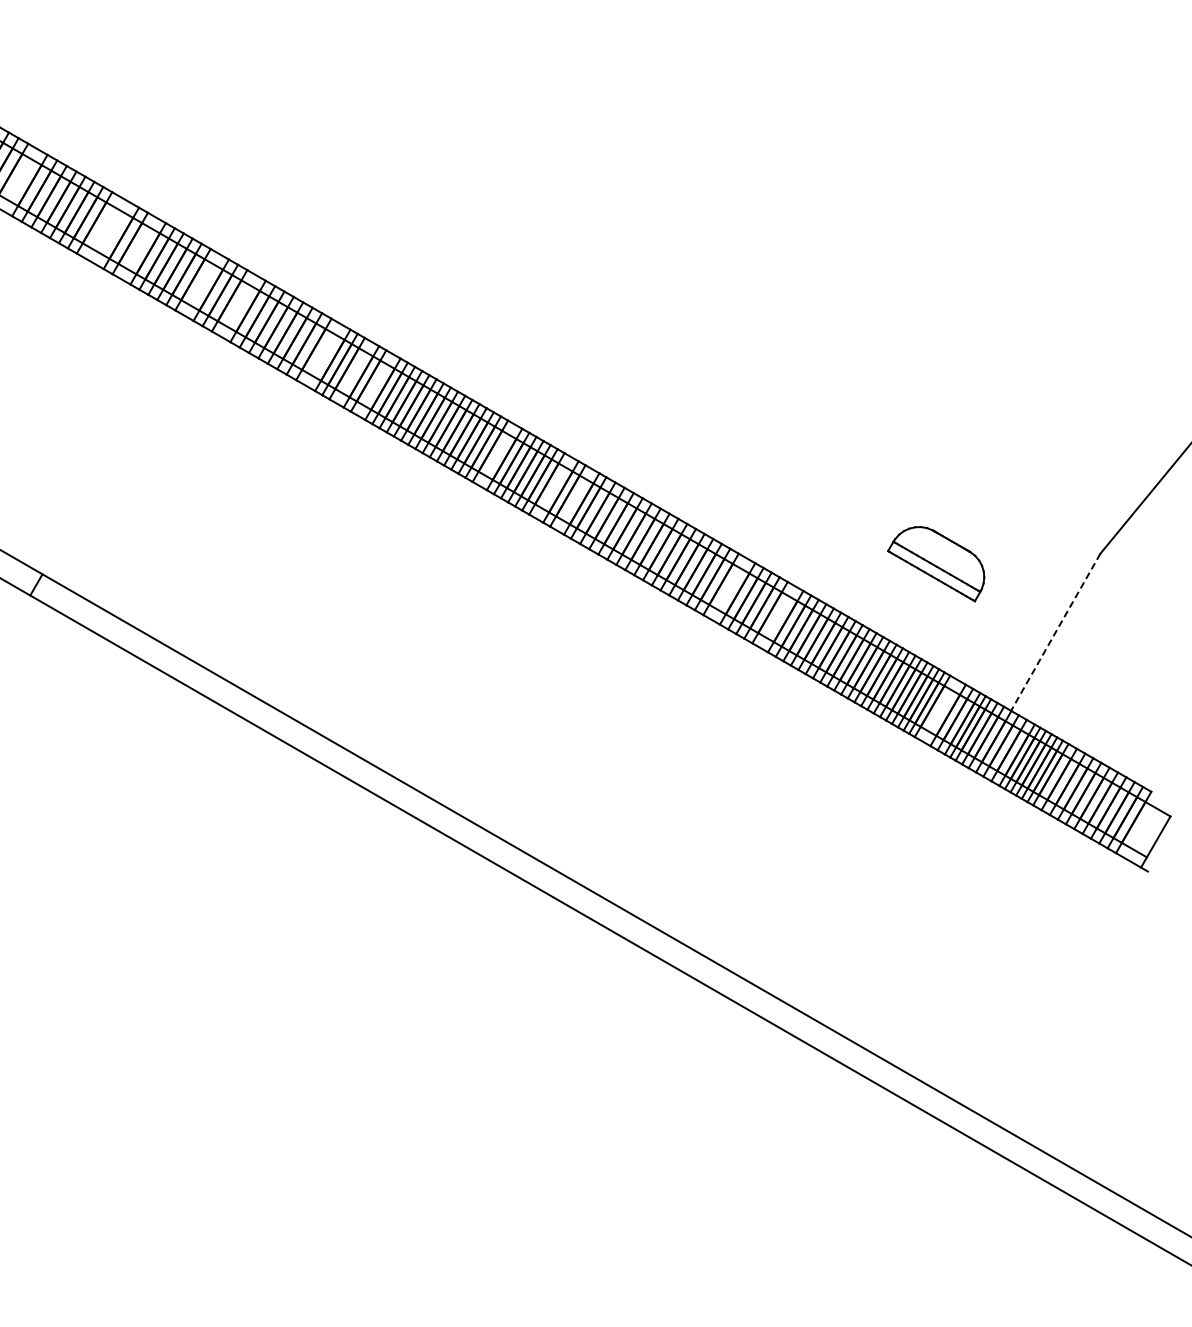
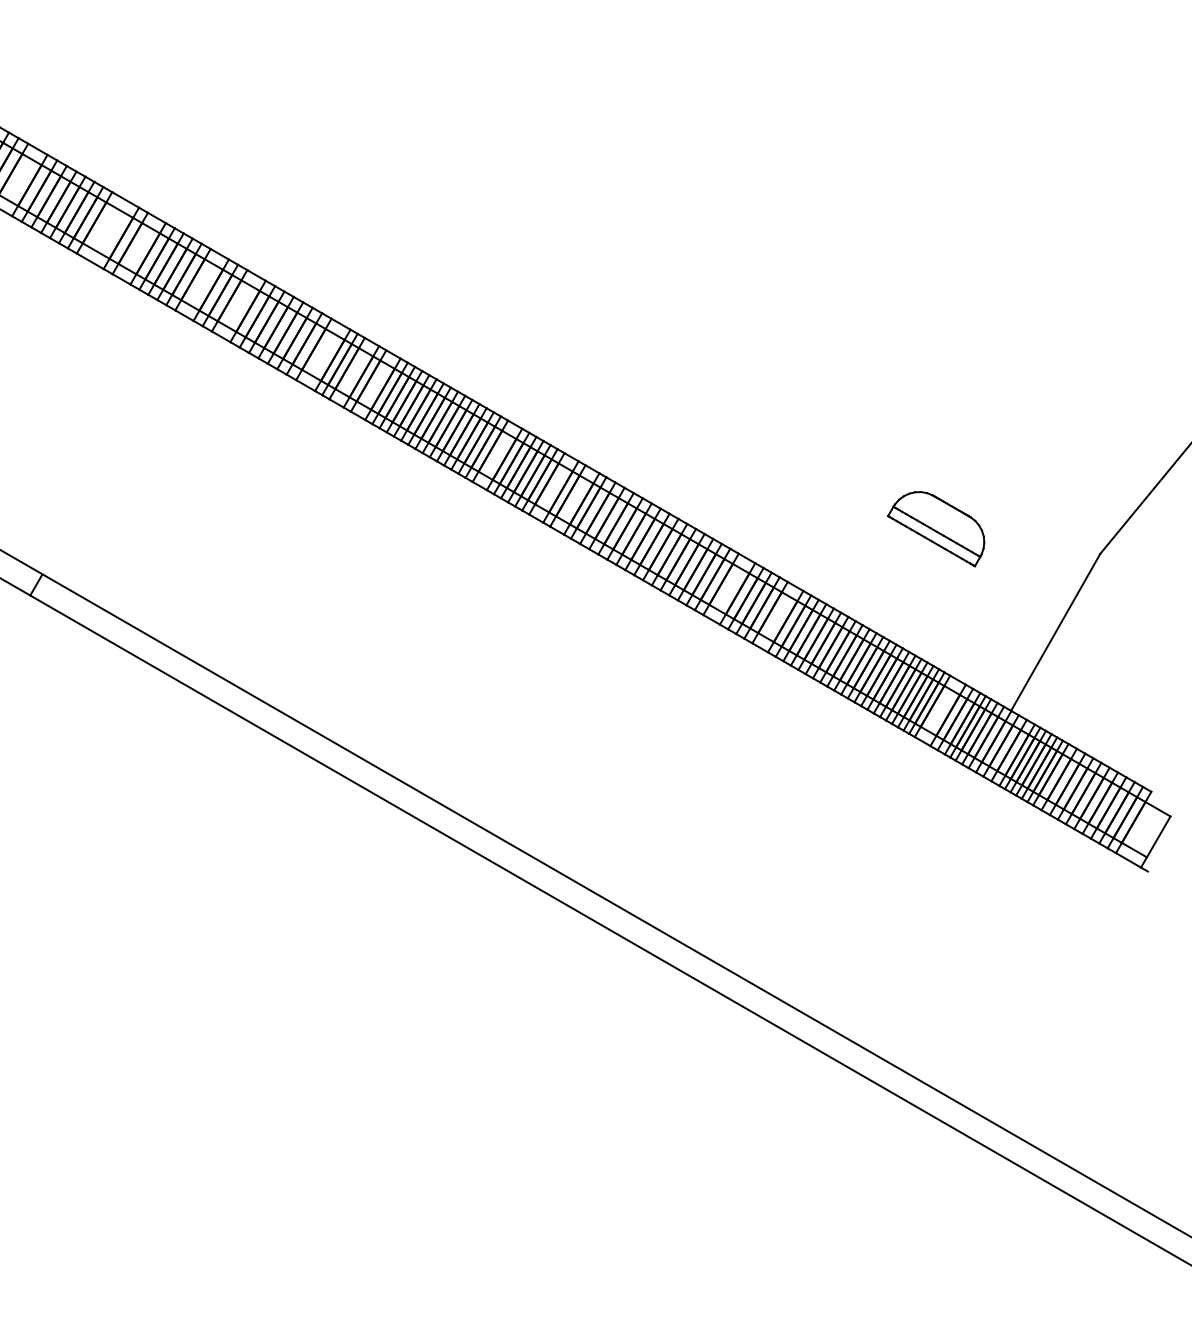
part at (936, 564) position: (936, 564) -> (936, 529)
line at (1055, 632): dashed -> solid
